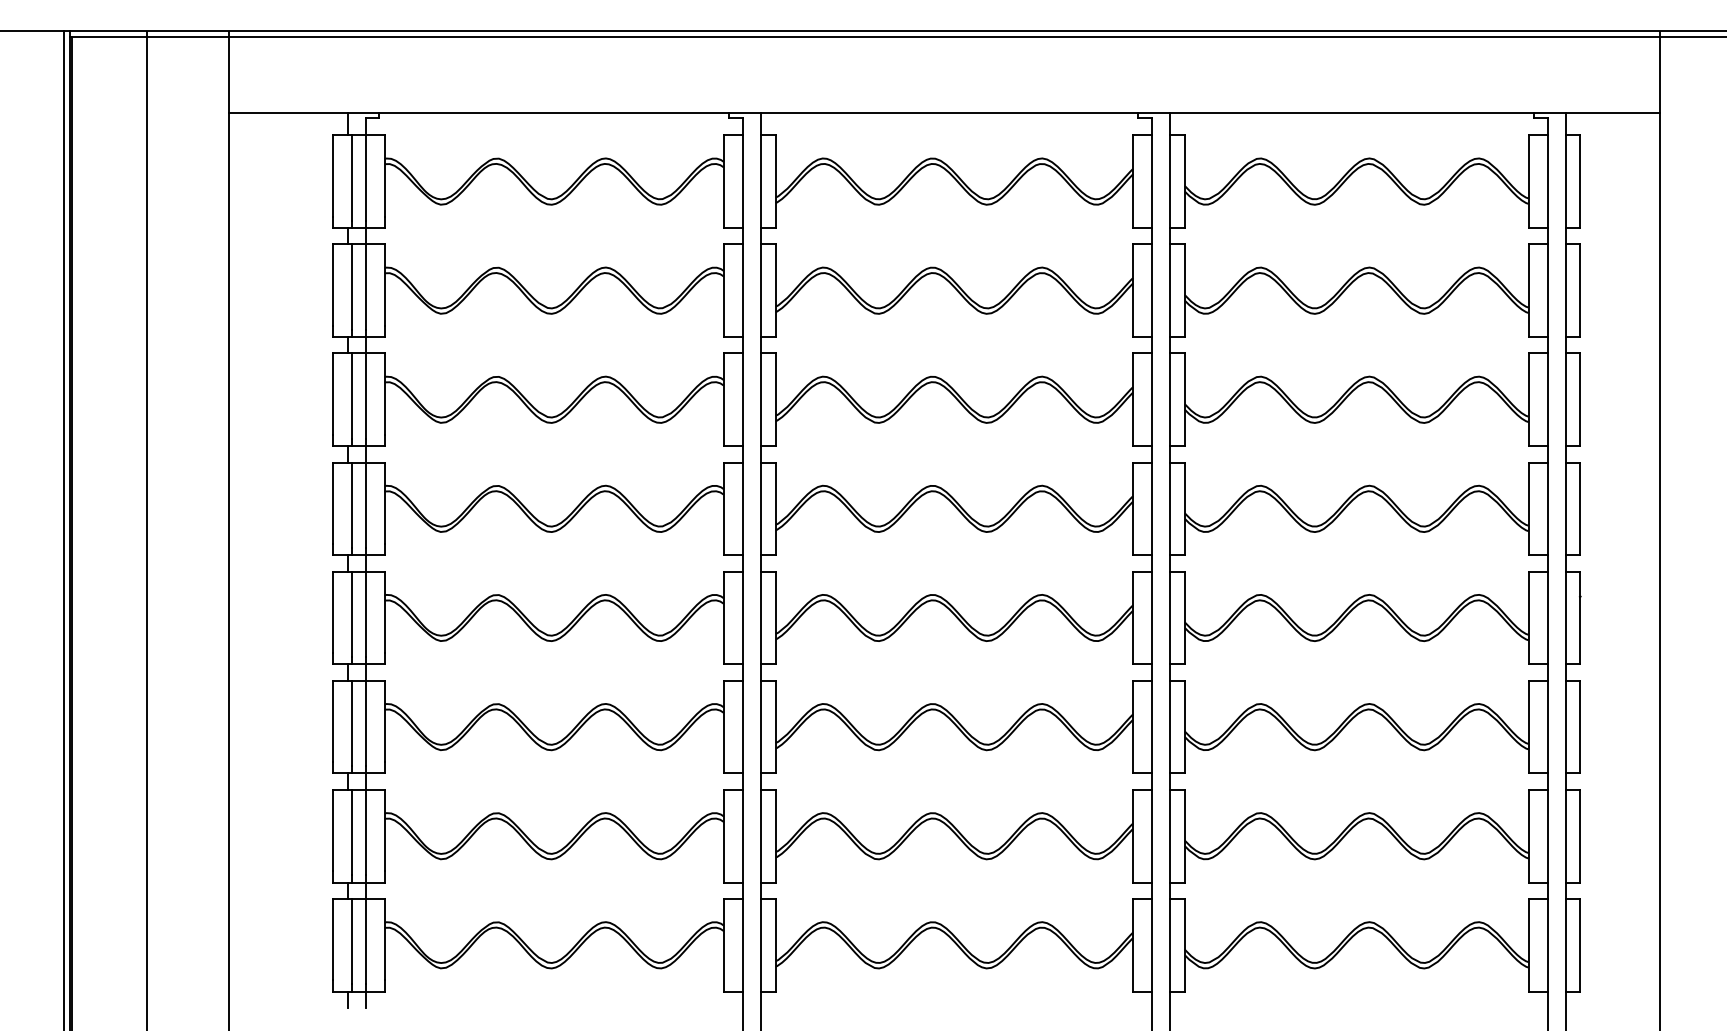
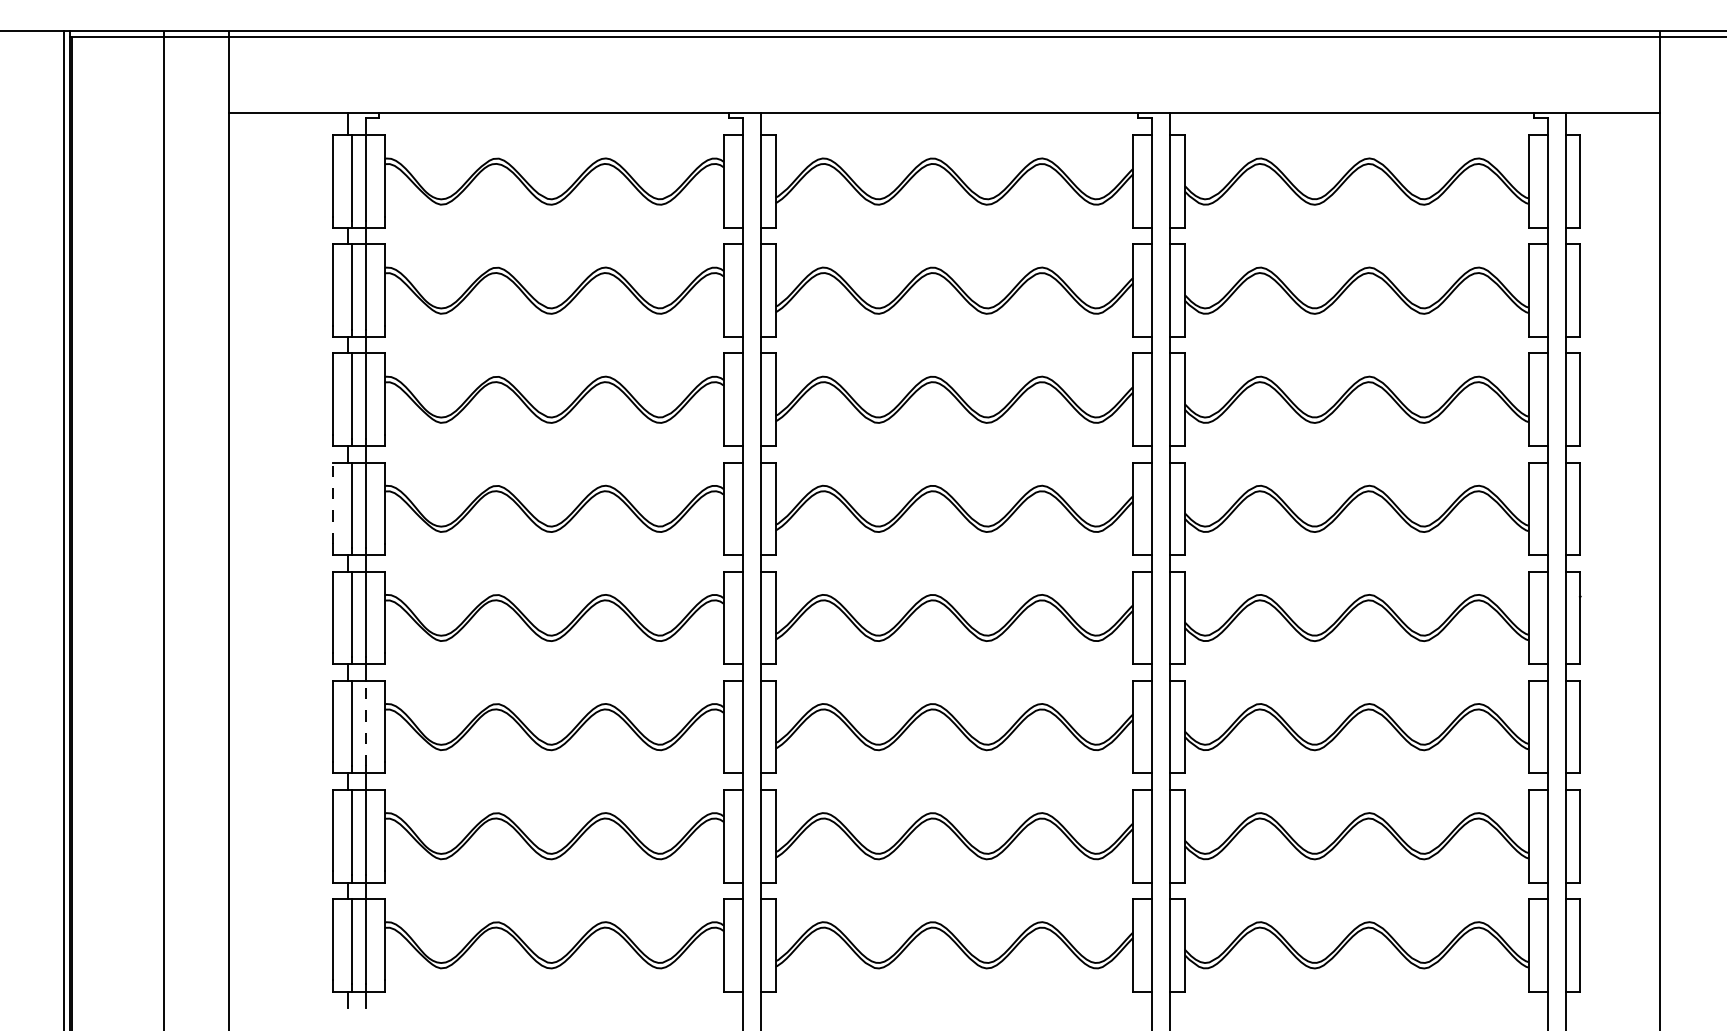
line at (332, 503): solid -> dashed
line at (147, 529) position: (147, 529) -> (164, 529)
line at (365, 723): solid -> dashed
